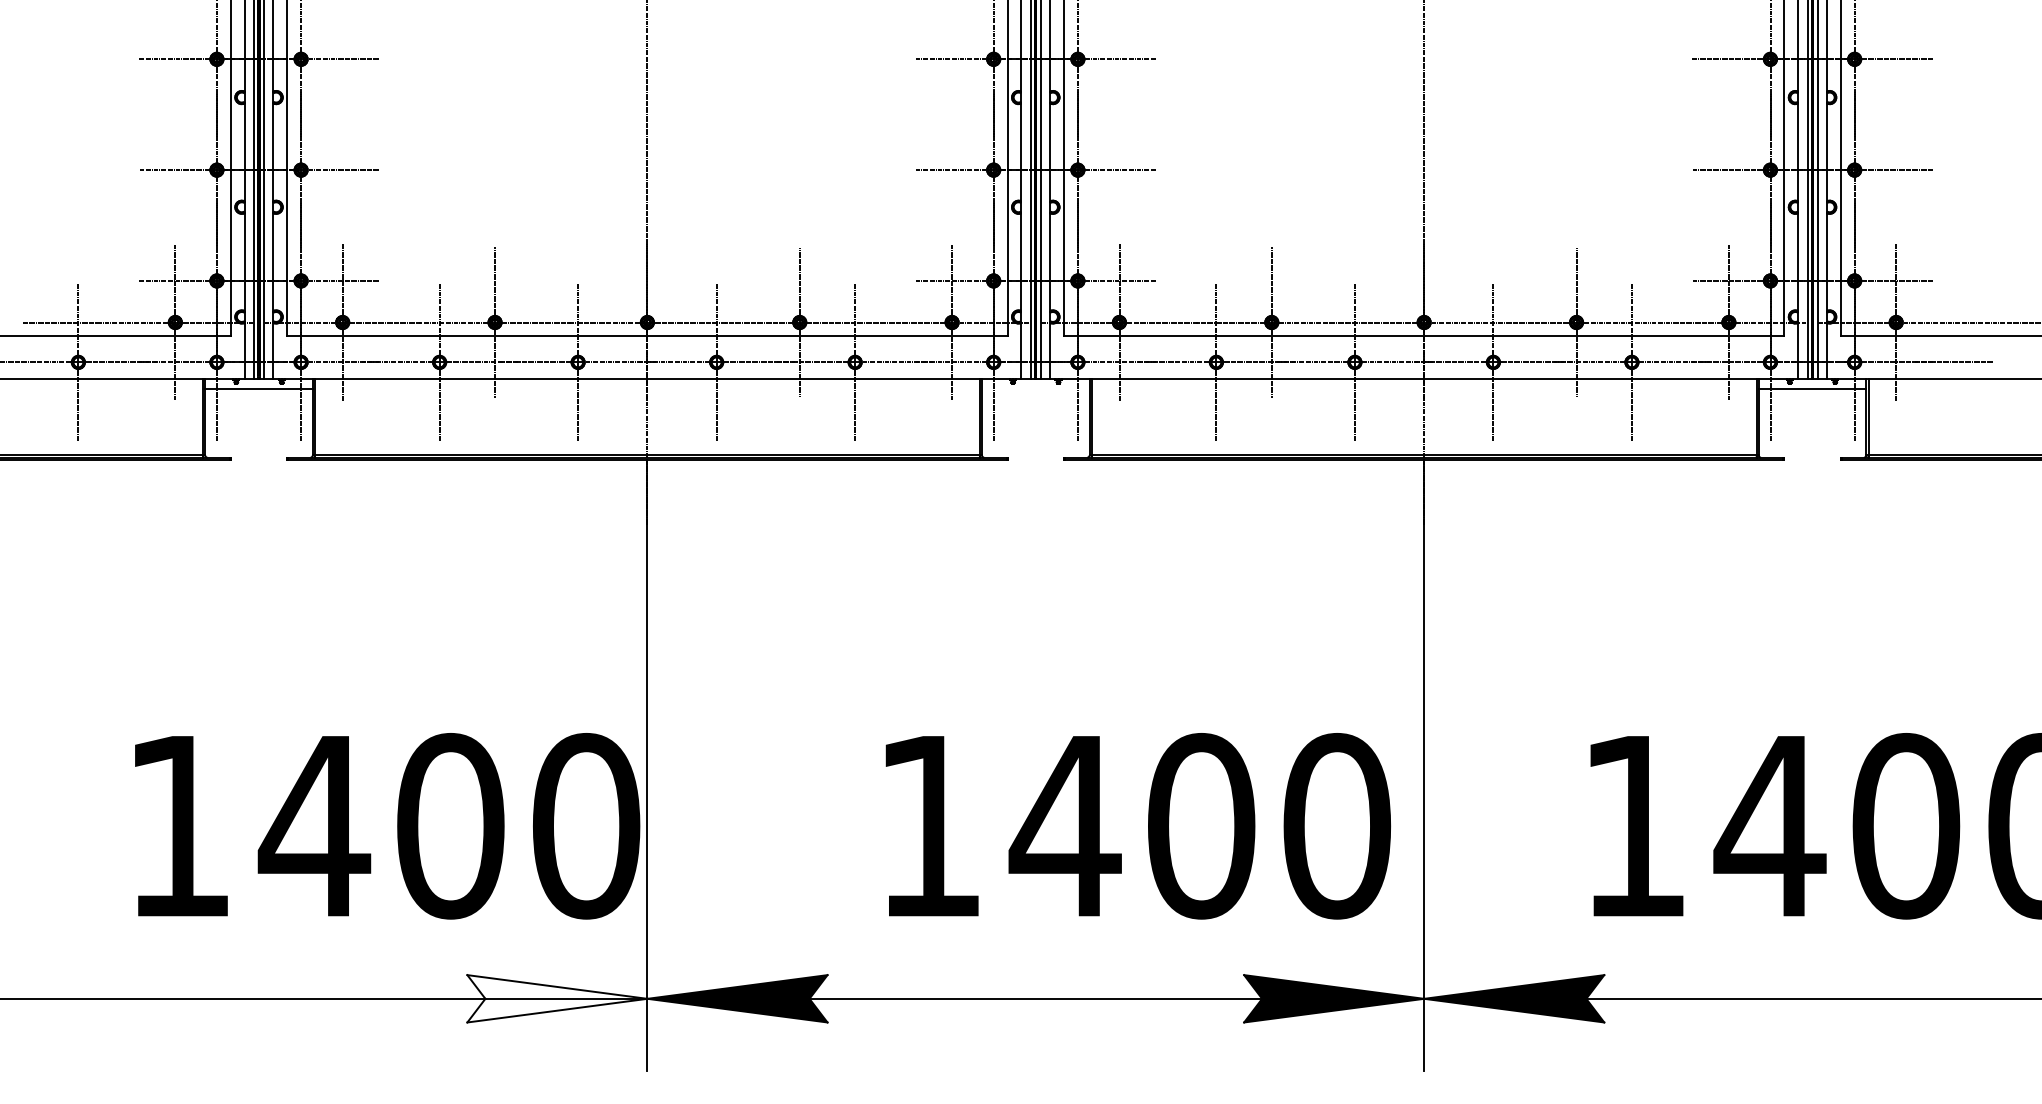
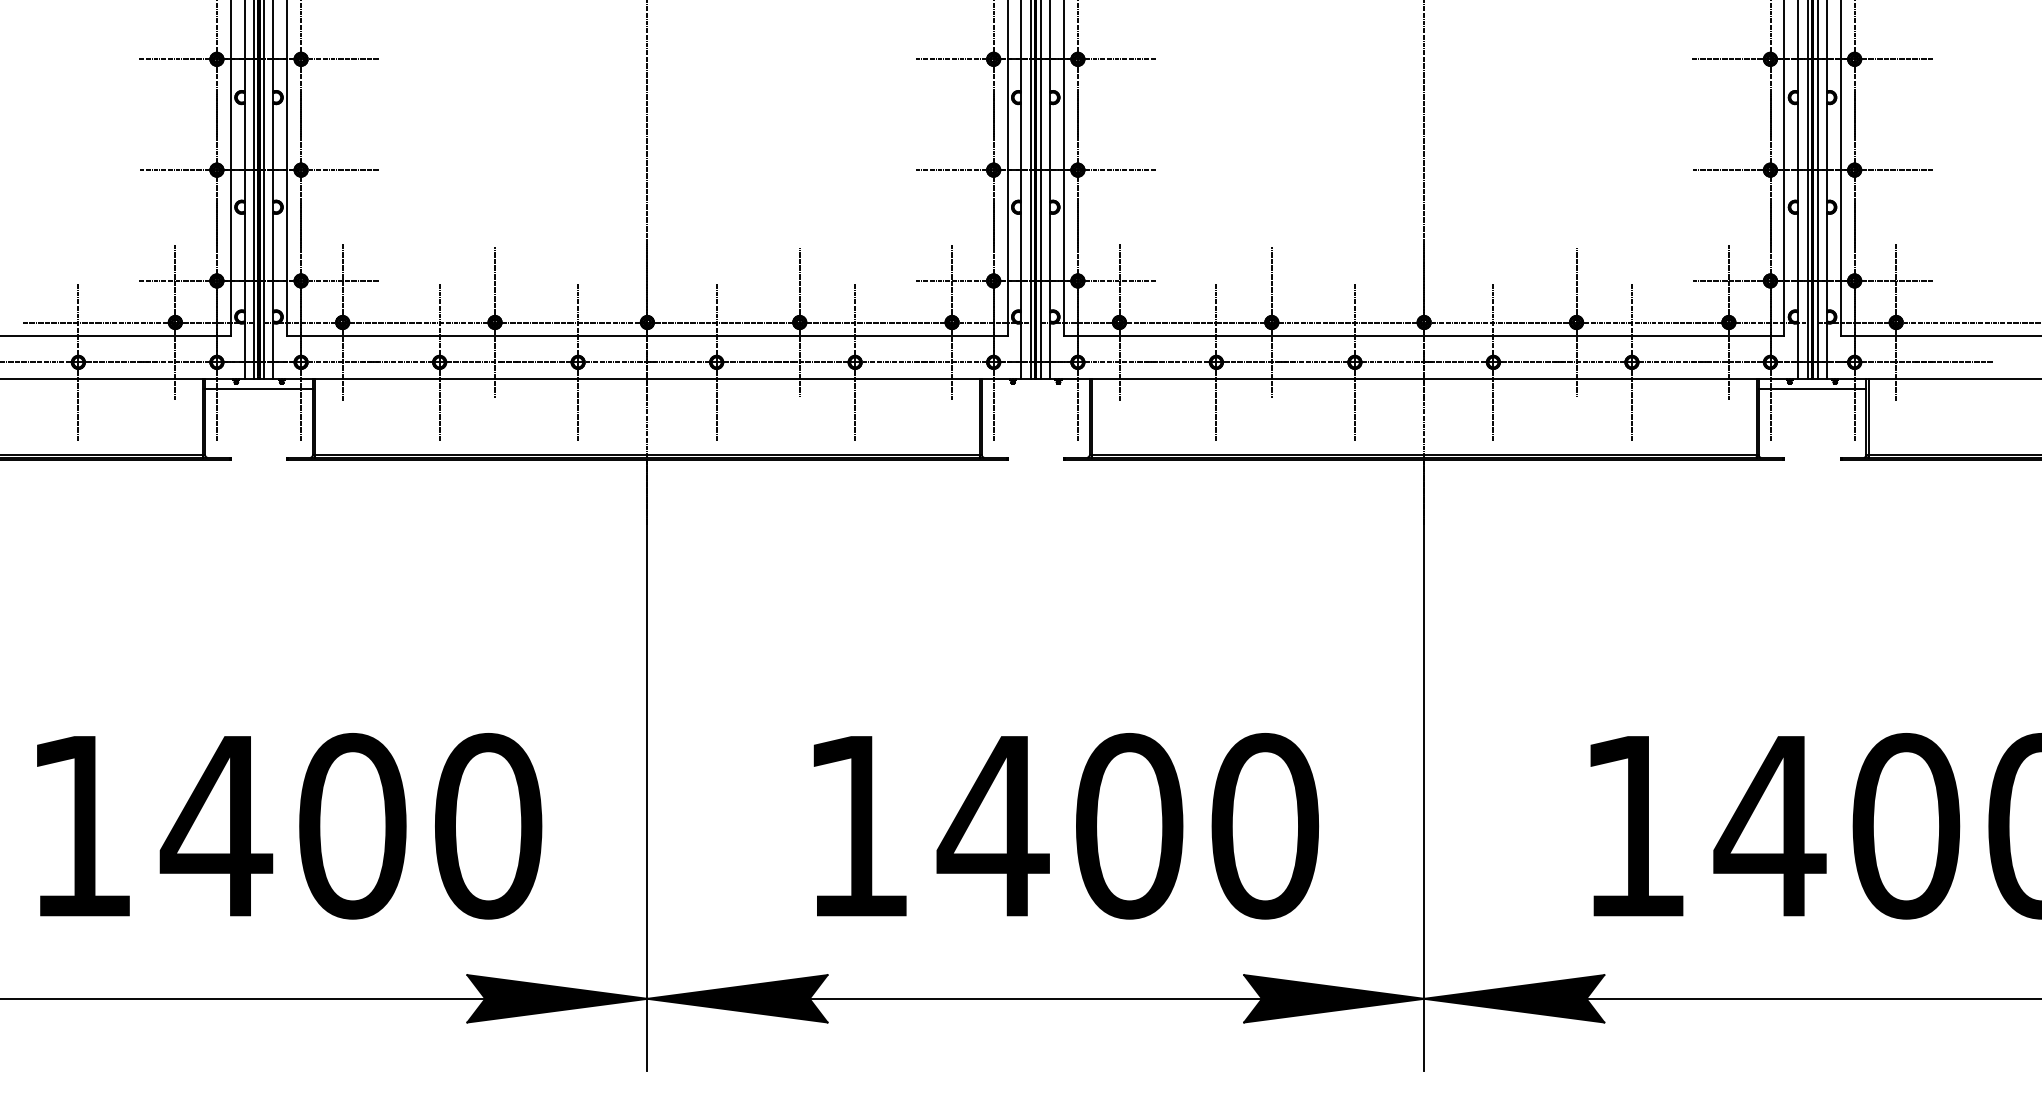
text at (387, 826) position: (387, 826) -> (289, 826)
text at (1137, 826) position: (1137, 826) -> (1065, 826)
fill at (557, 998): none -> present
